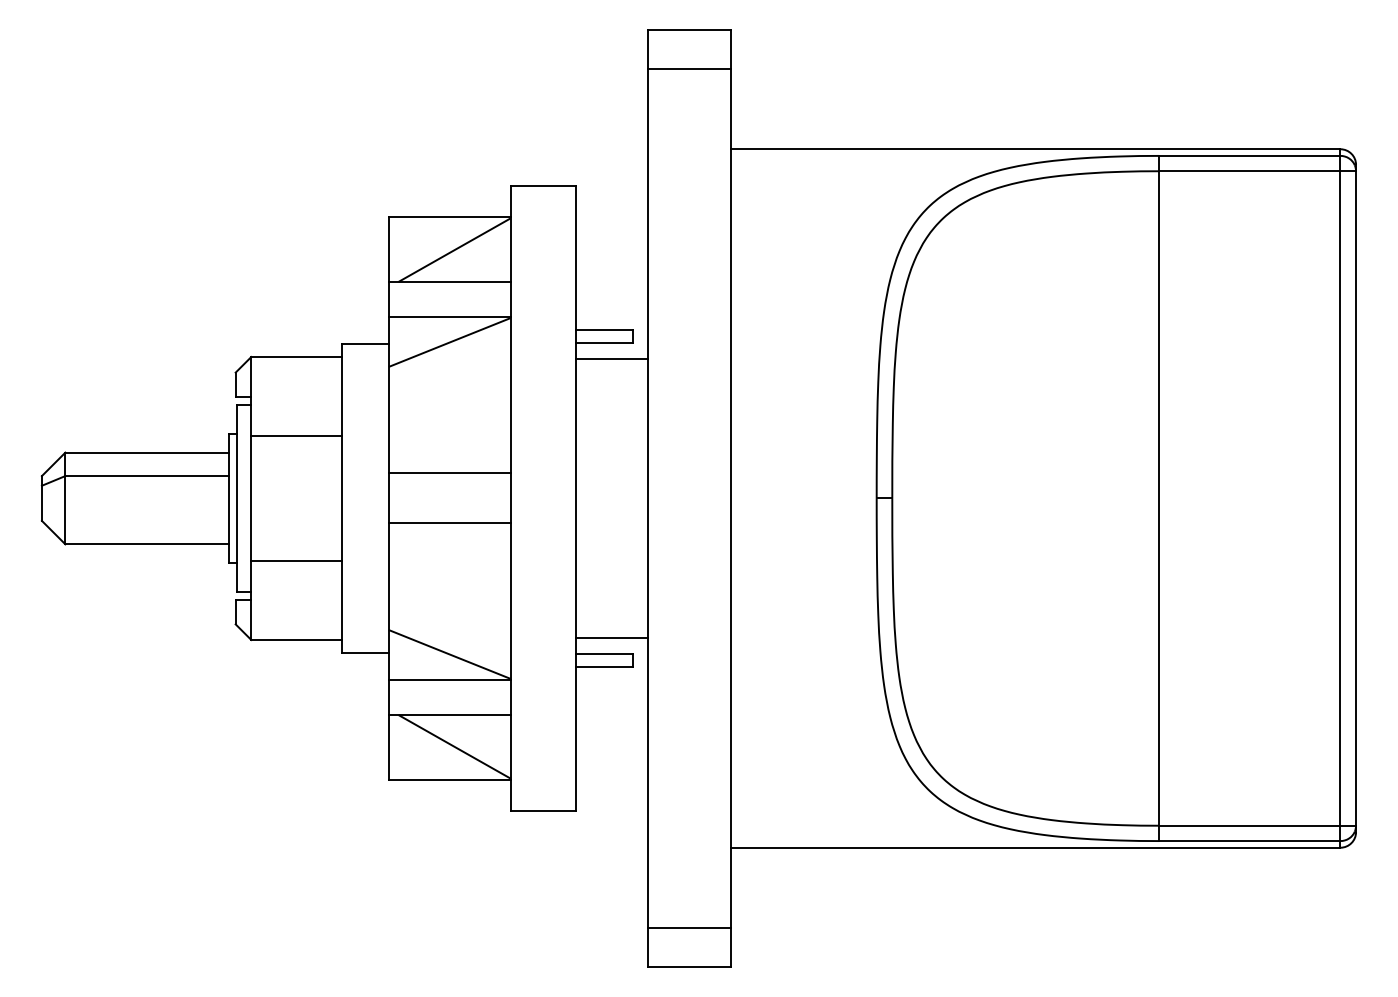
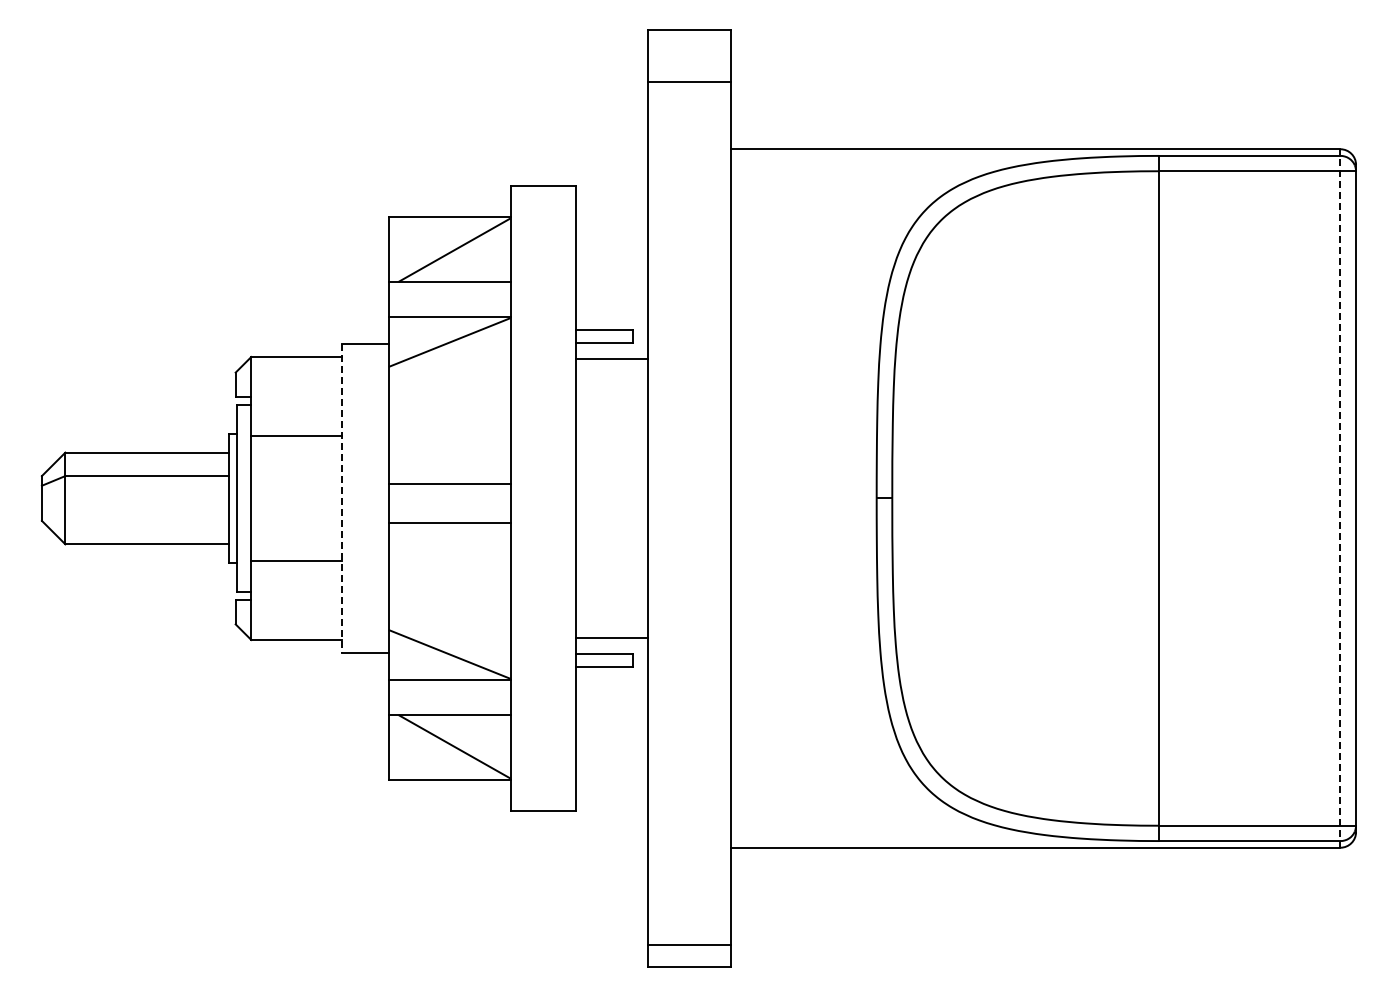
line at (689, 68) position: (689, 68) -> (689, 81)
line at (449, 473) position: (449, 473) -> (449, 484)
line at (341, 498): solid -> dashed
line at (1340, 498): solid -> dashed
line at (689, 928) position: (689, 928) -> (689, 945)
